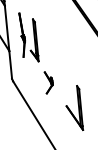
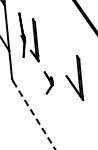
part at (74, 107) position: (74, 107) -> (74, 77)
line at (34, 116): solid -> dashed
